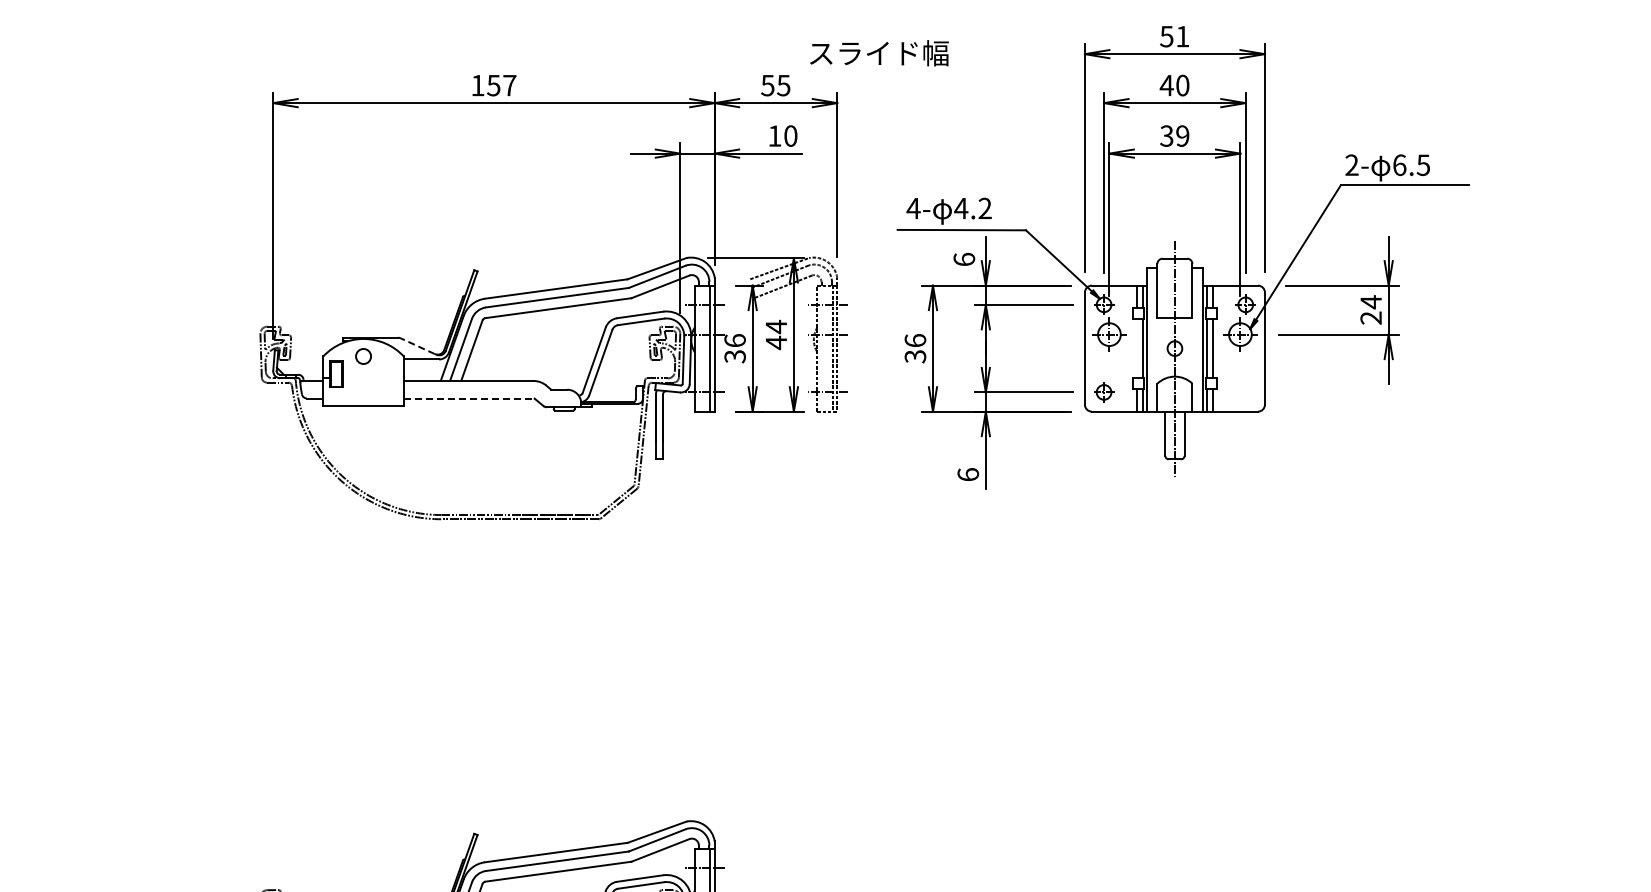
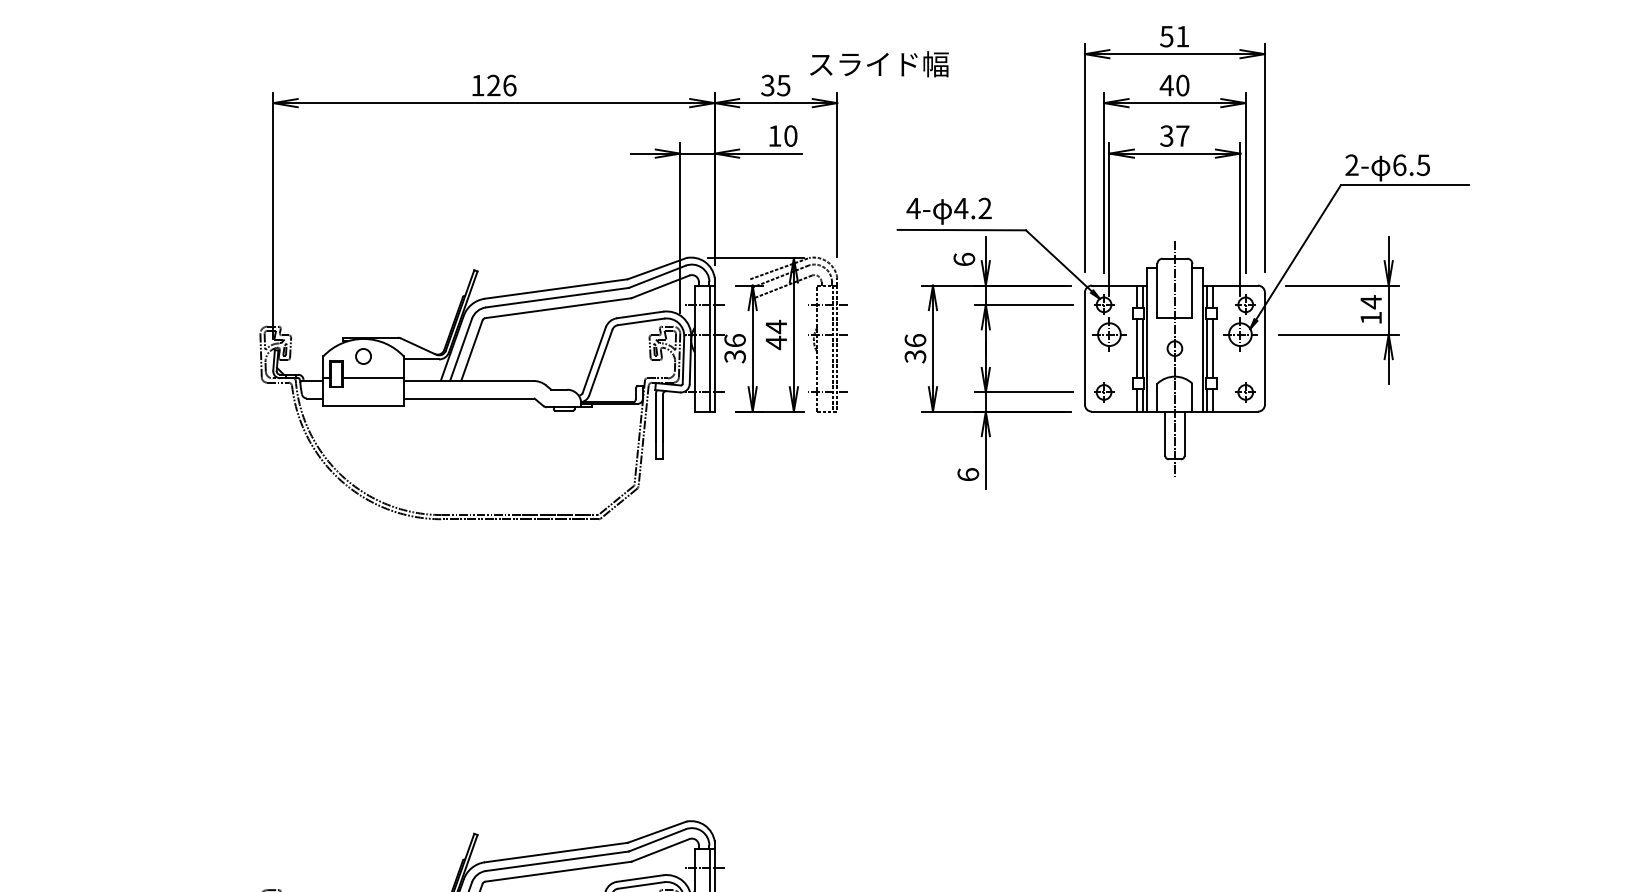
text at (879, 53) position: (879, 53) -> (879, 64)
text at (767, 84): 55 -> 35
text at (501, 85): 157 -> 126
text at (1182, 135): 39 -> 37
text at (1370, 317): 24 -> 14
line at (417, 346): dashed -> solid
line at (1137, 348): none -> present
line at (372, 377): none -> present
part at (1245, 392): none -> present
line at (468, 398): dashed -> solid
